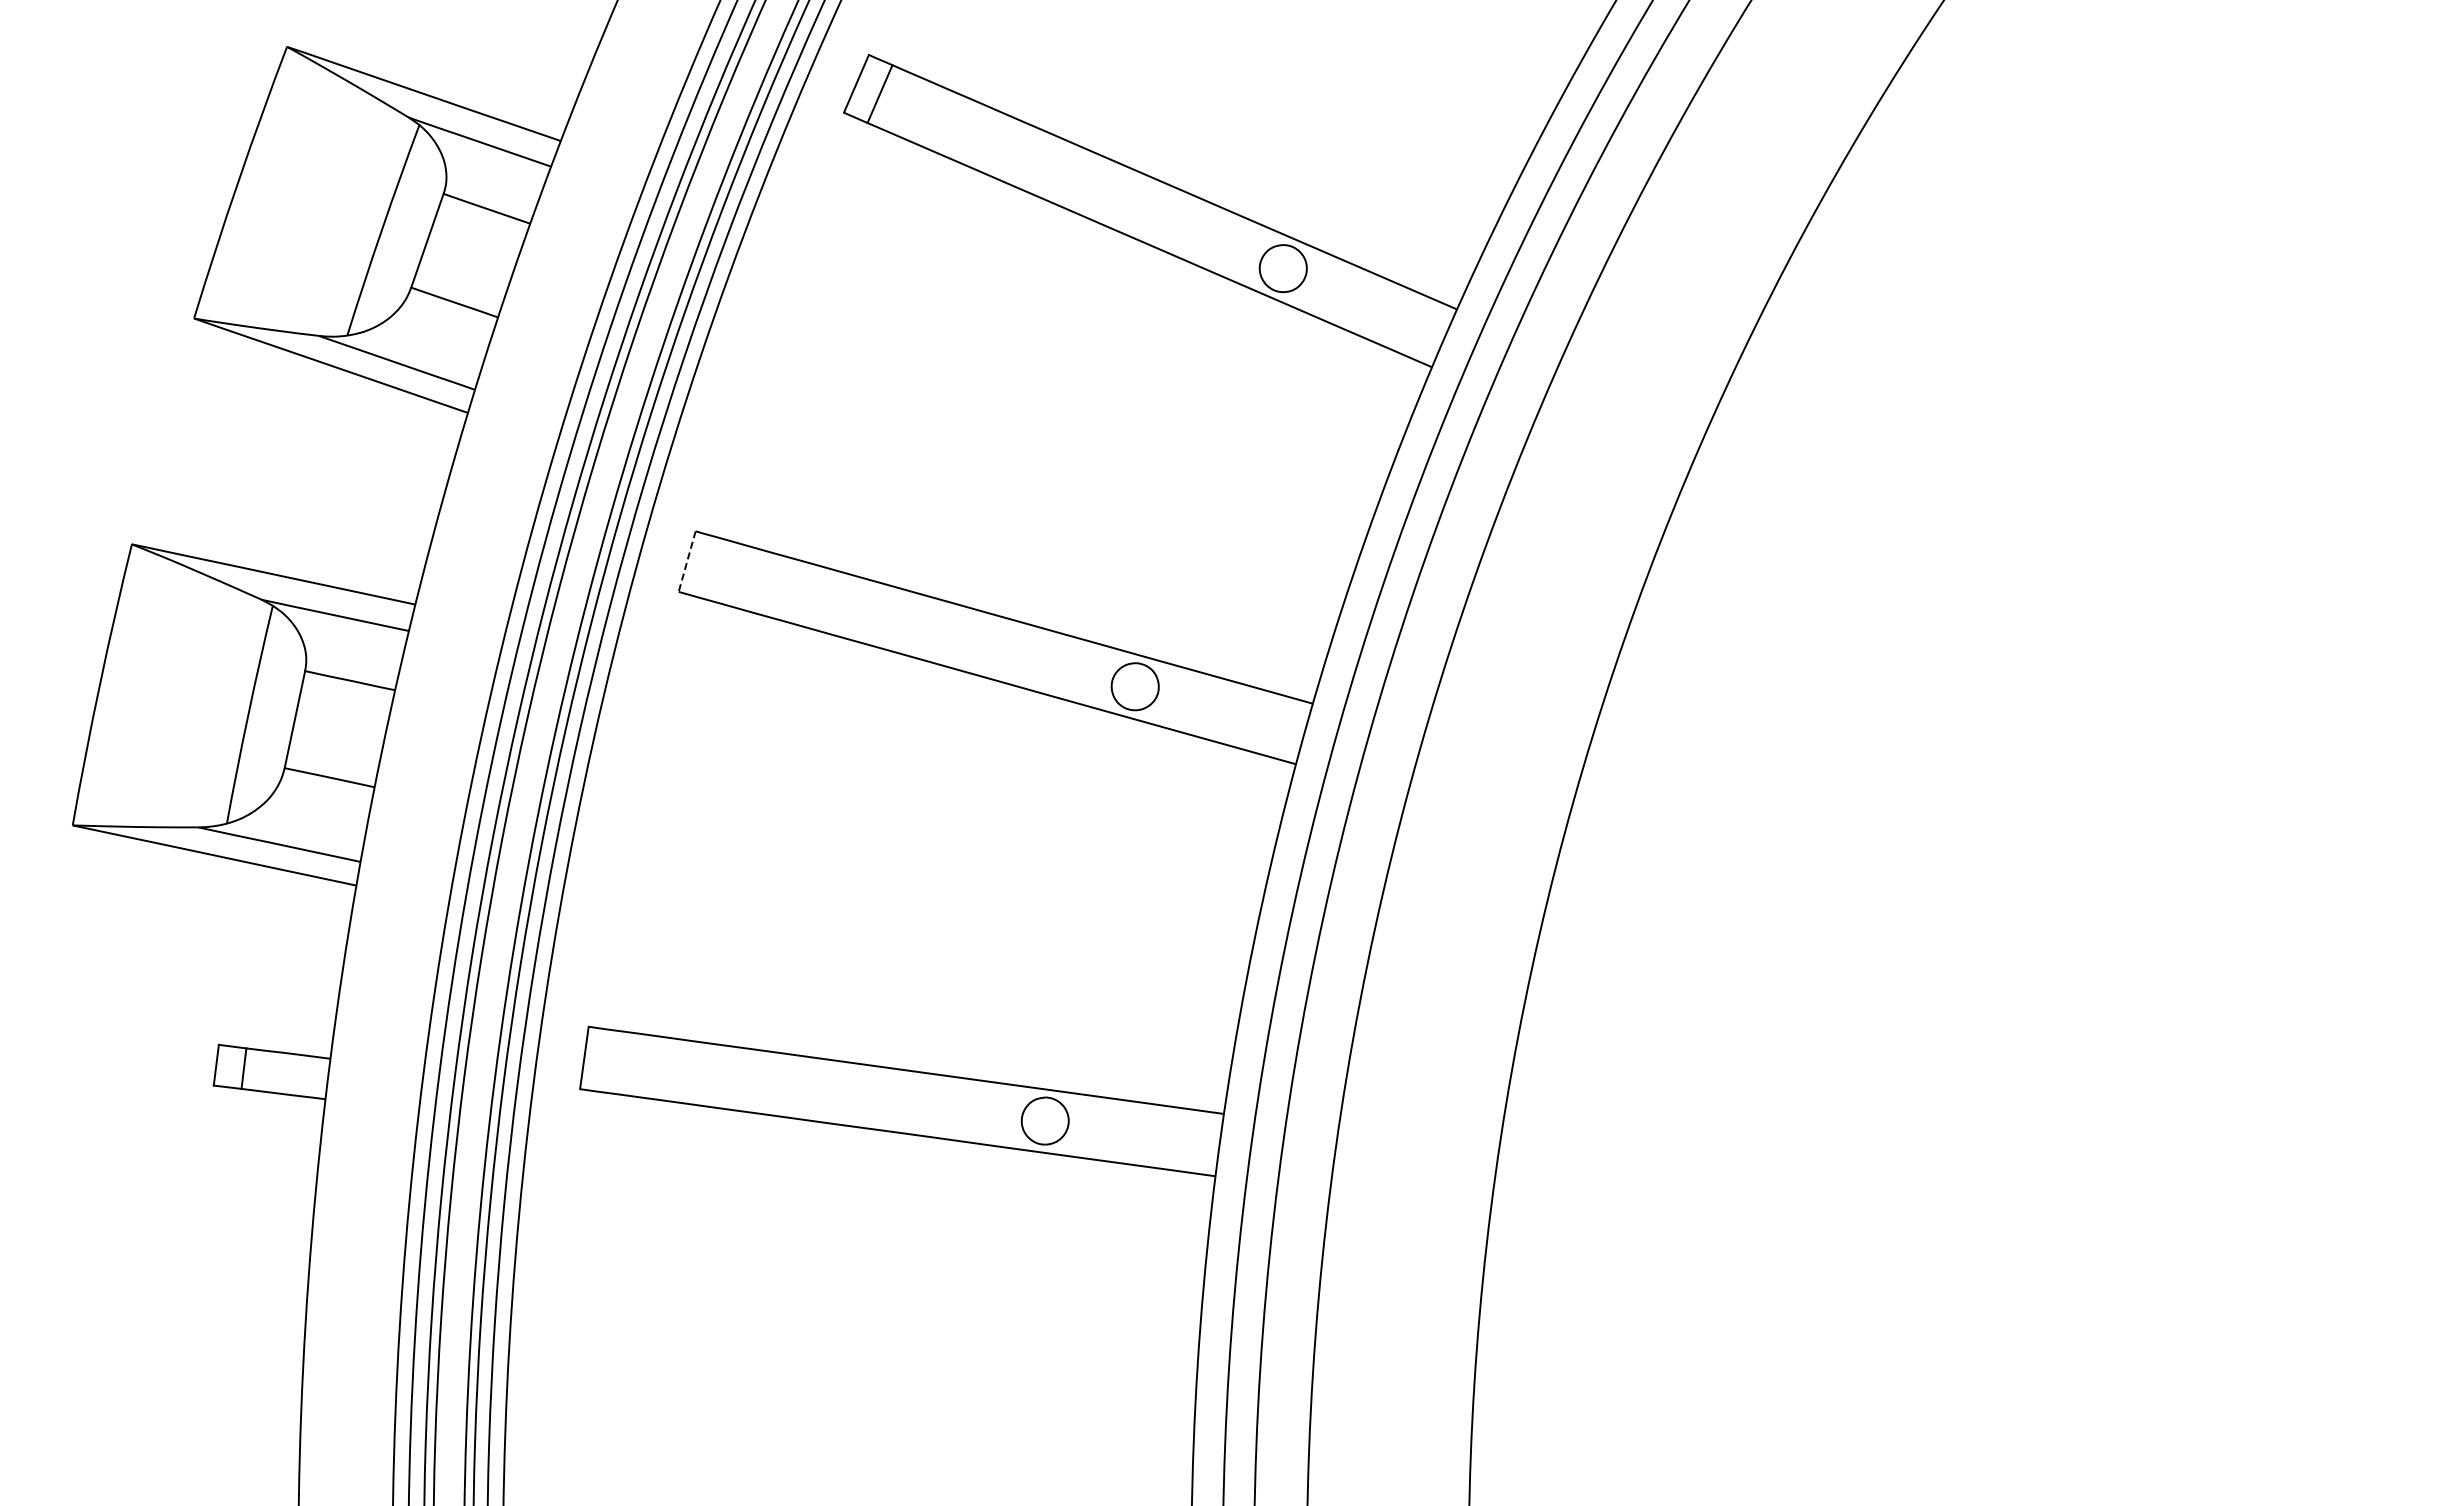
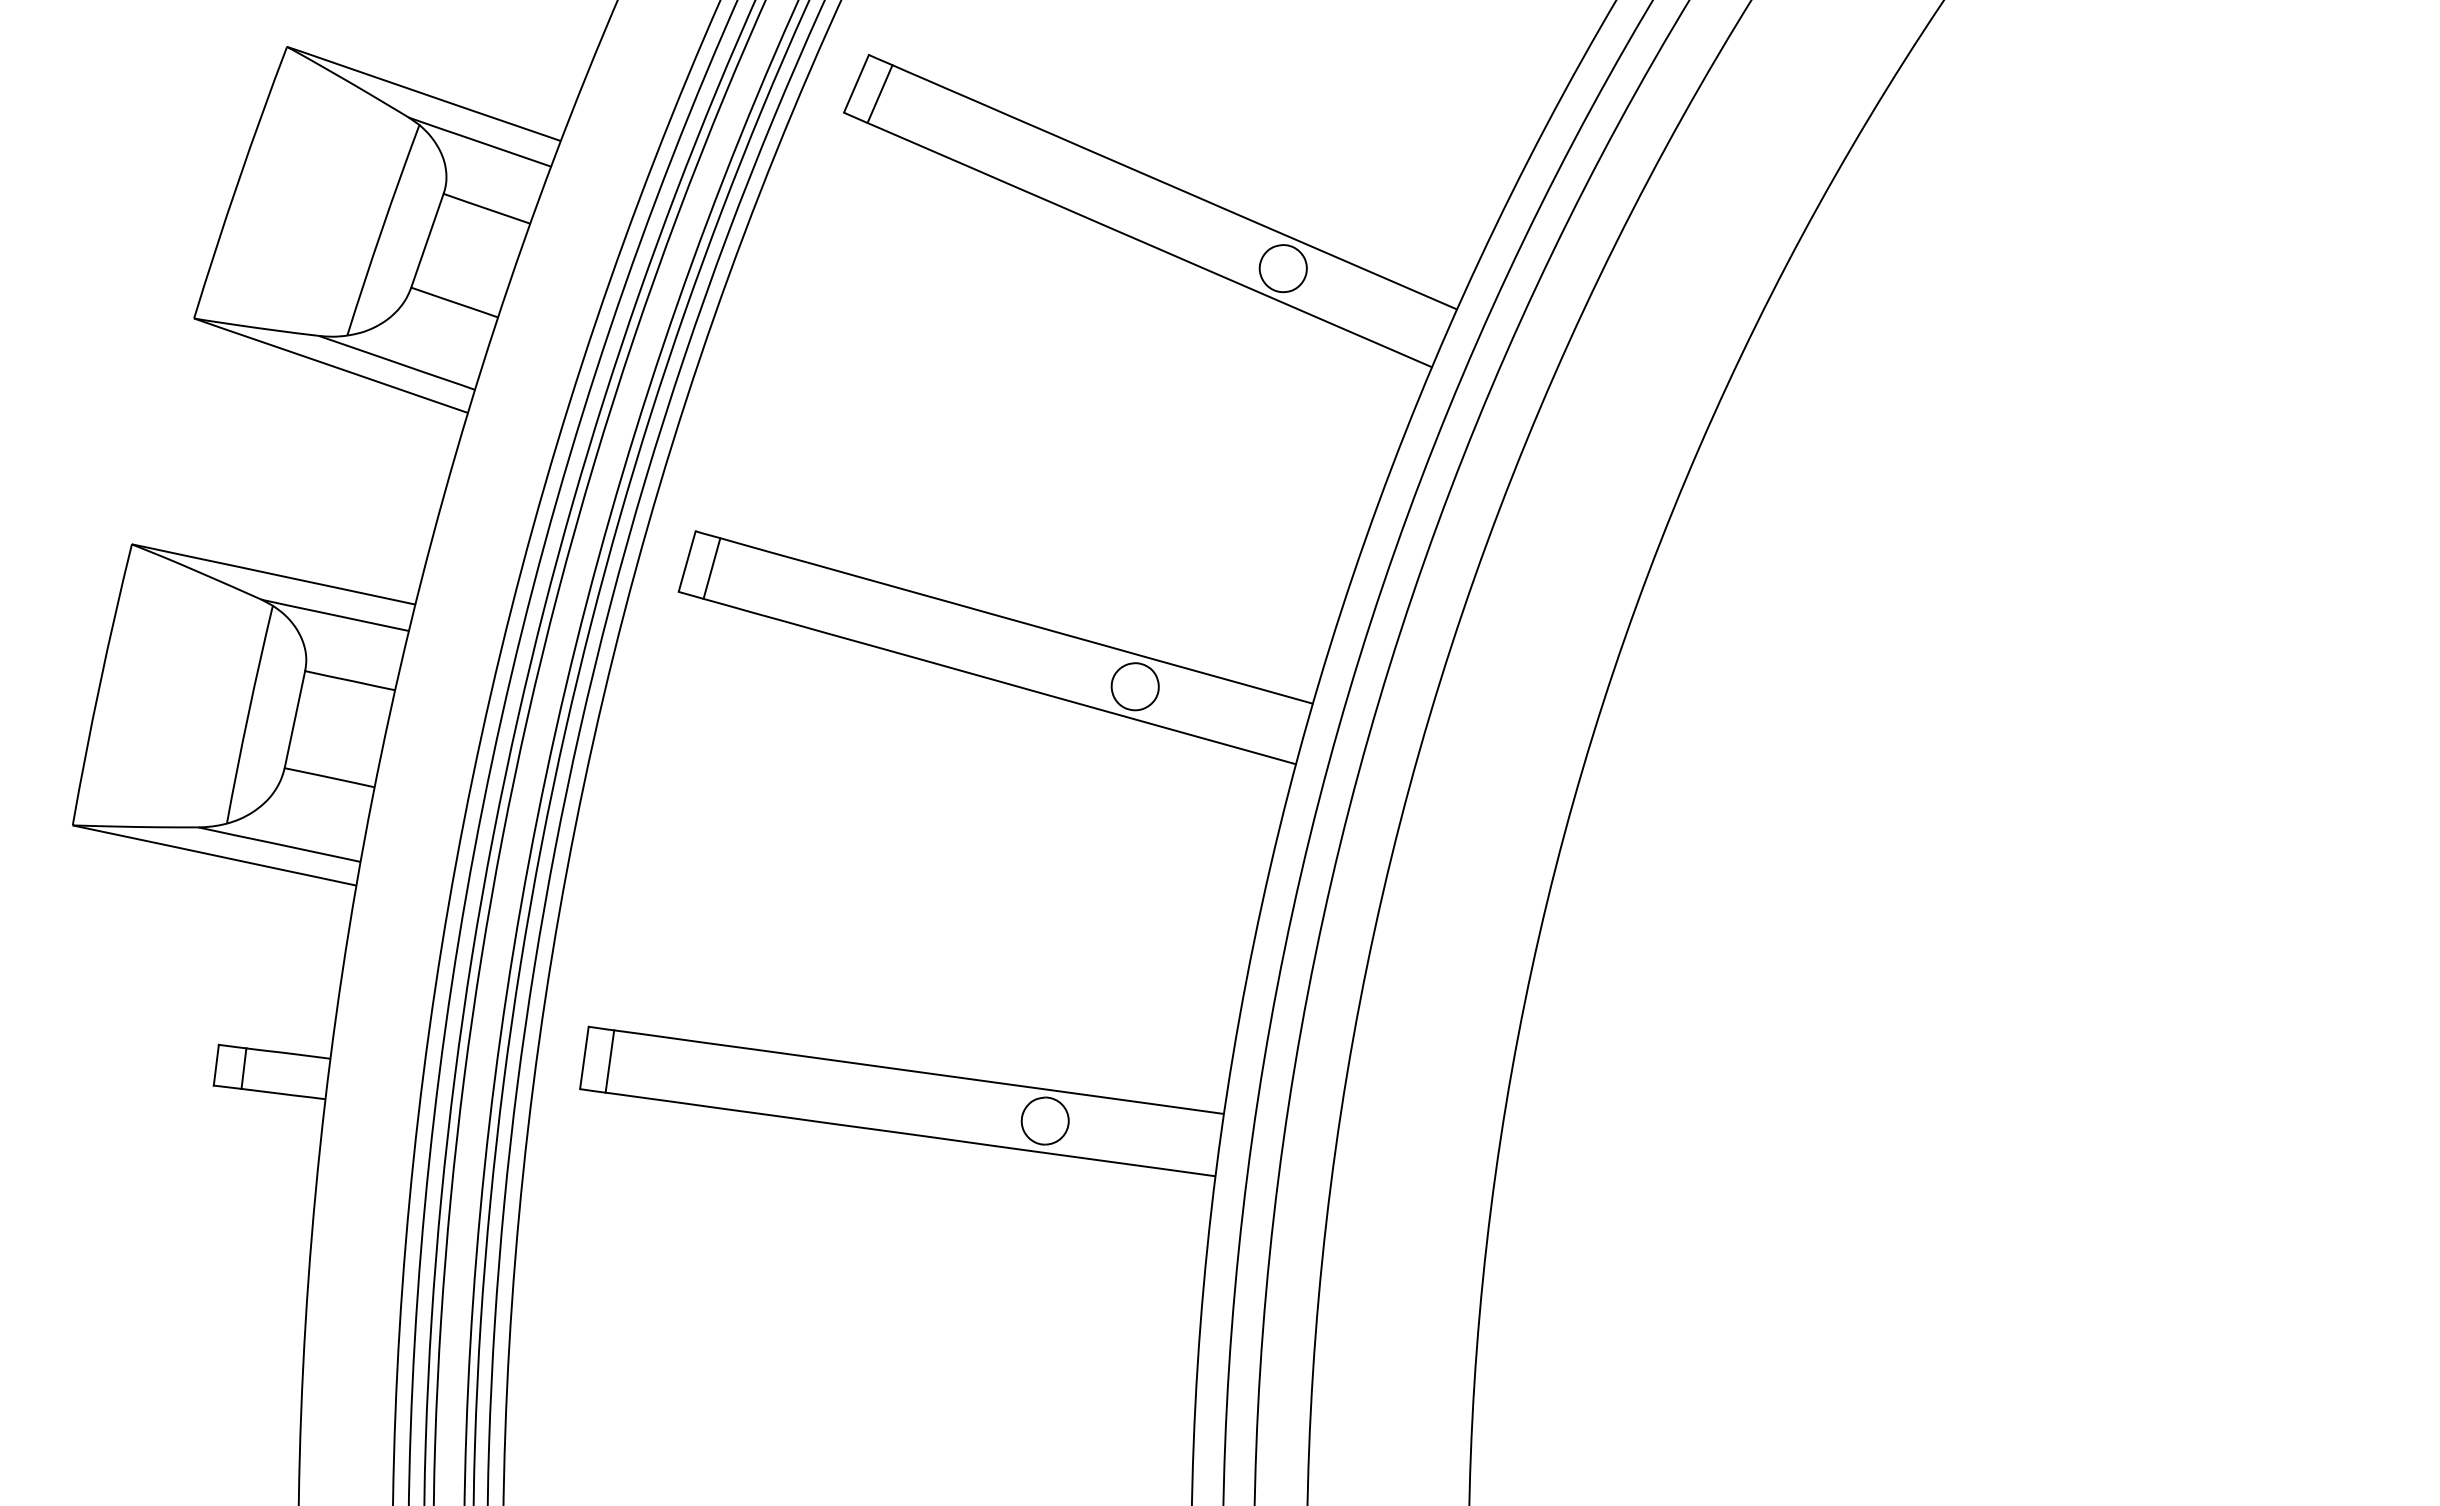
line at (687, 562): dashed -> solid
line at (711, 568): none -> present
line at (609, 1061): none -> present
